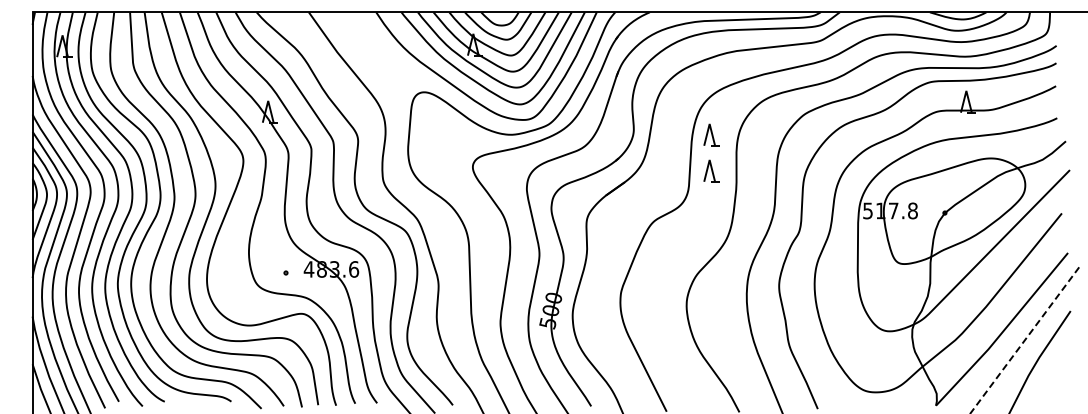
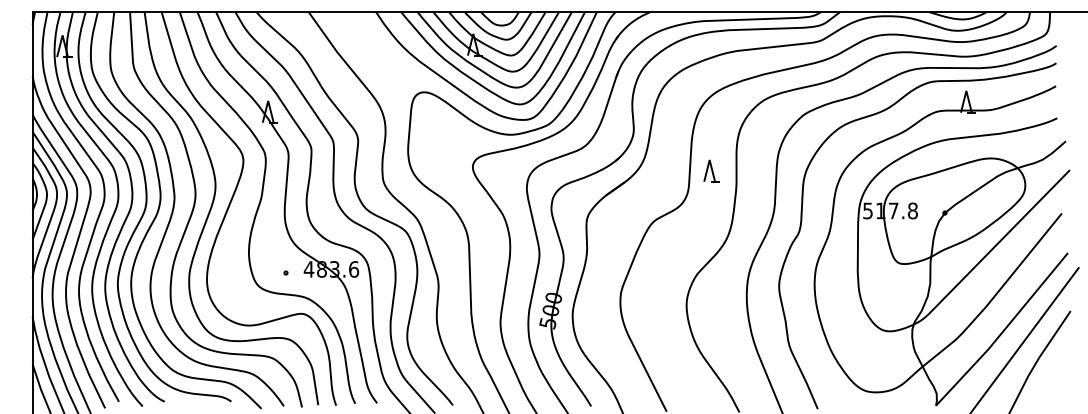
part at (711, 134): present -> none
line at (1024, 340): dashed -> solid
